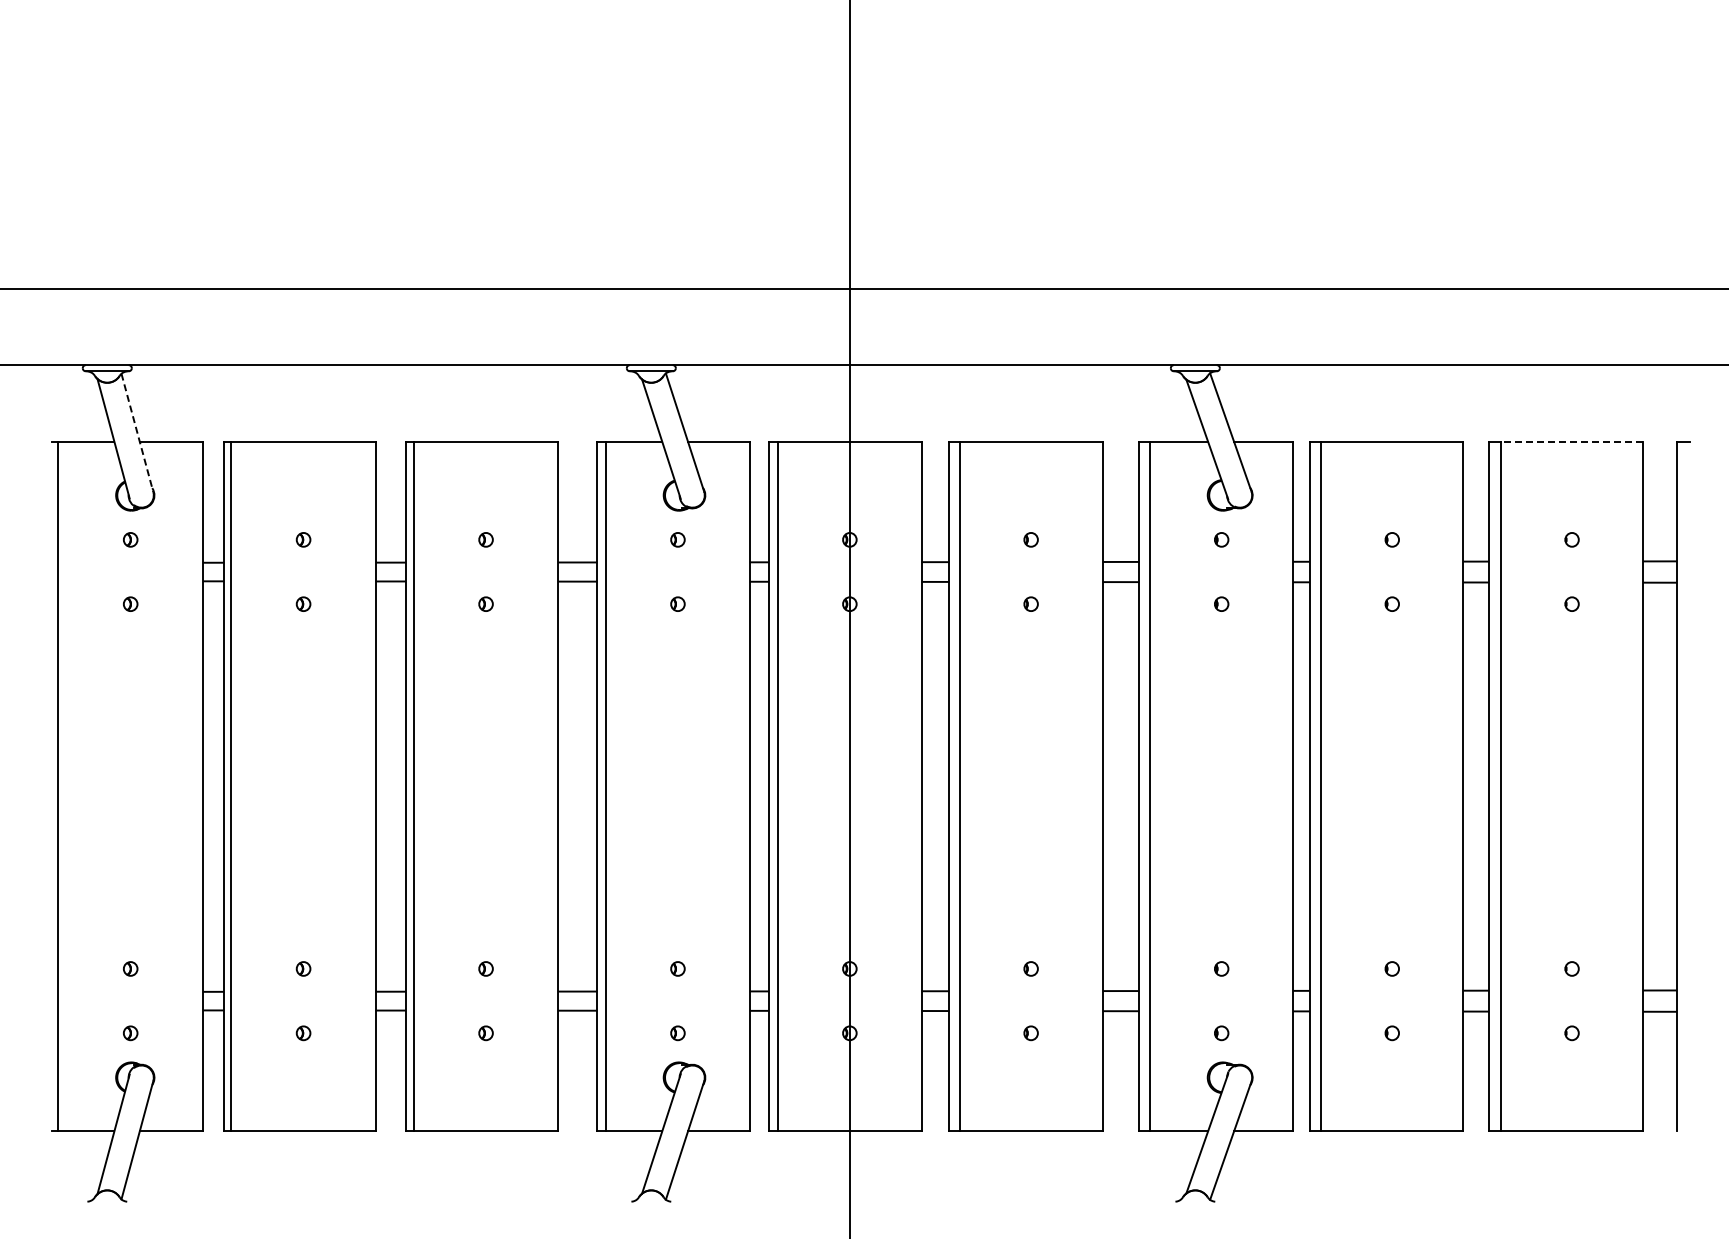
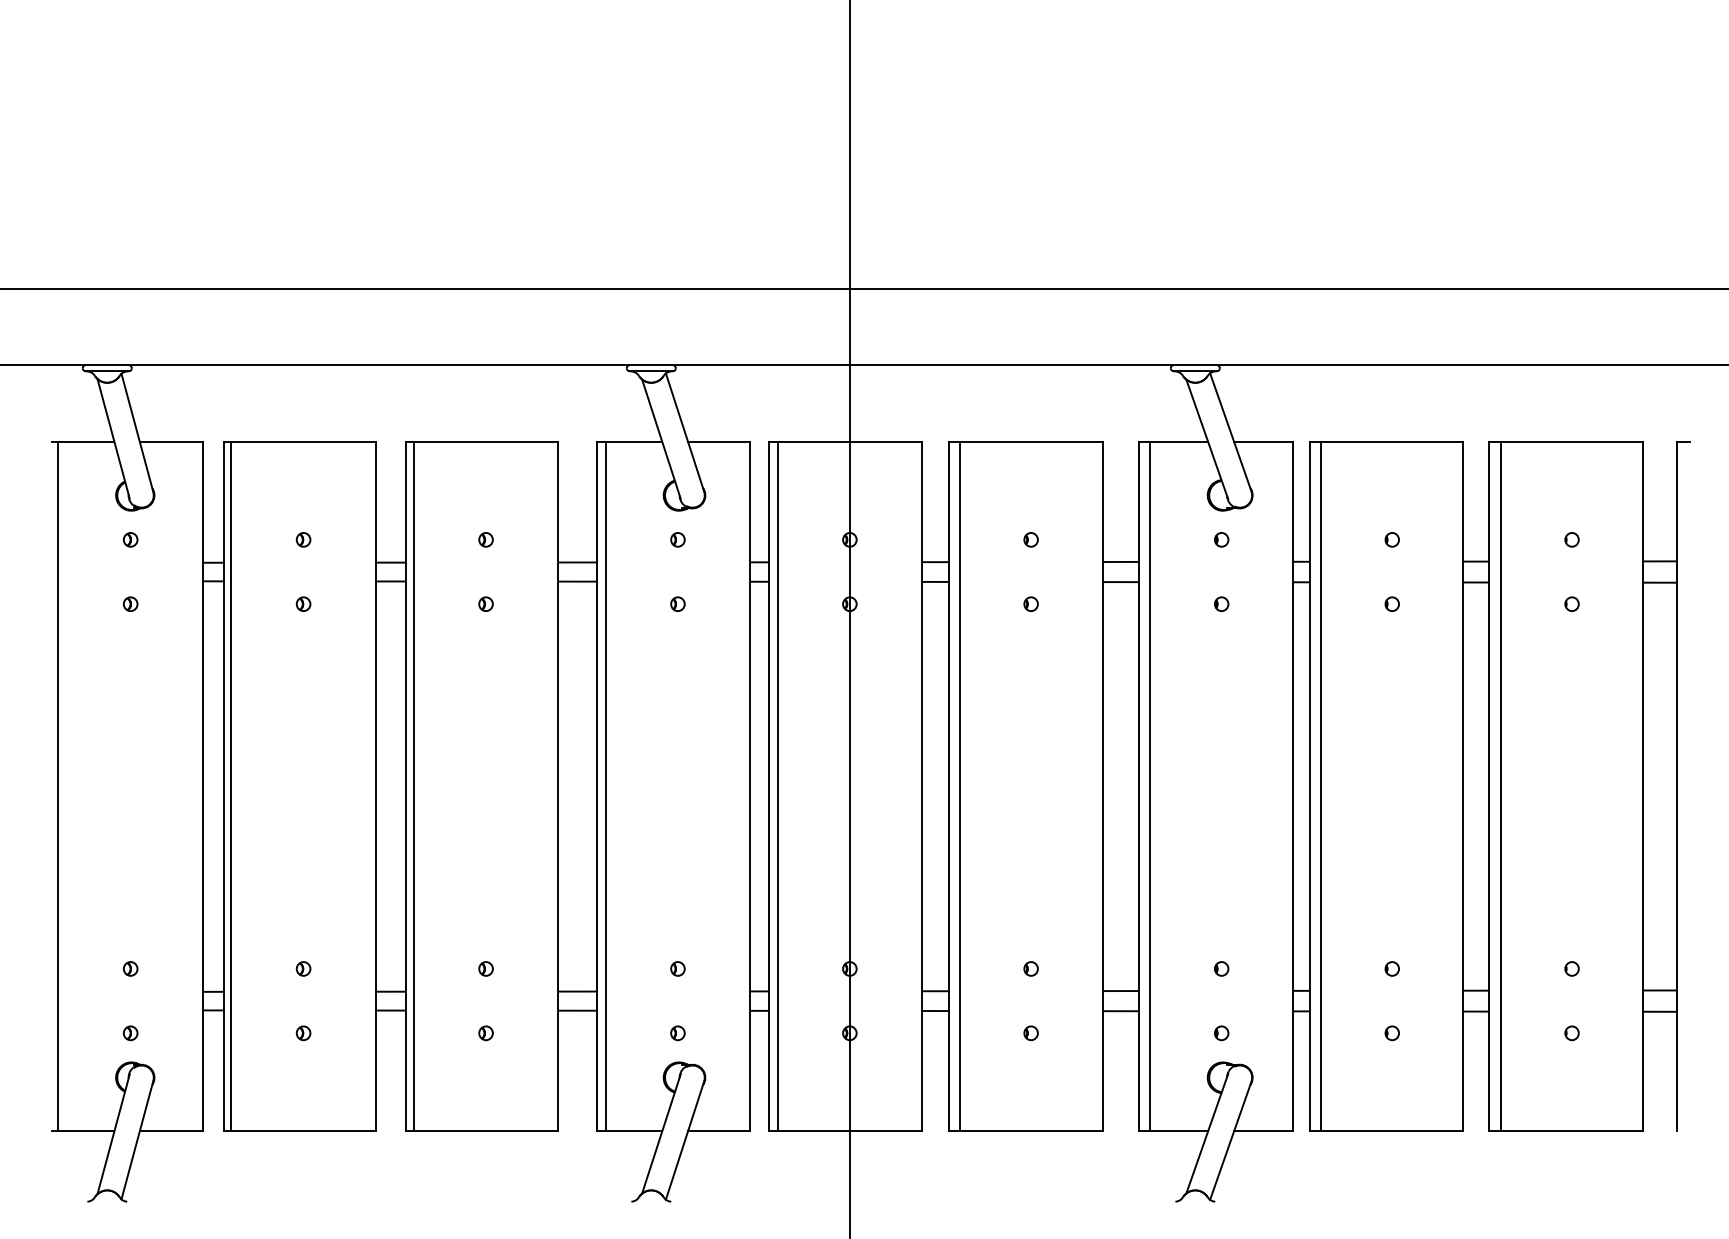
line at (137, 433): dashed -> solid
line at (1572, 441): dashed -> solid
